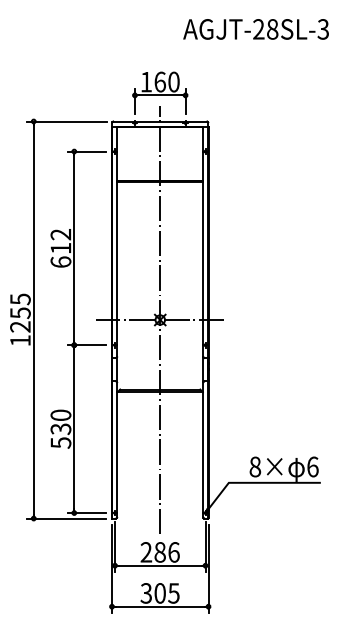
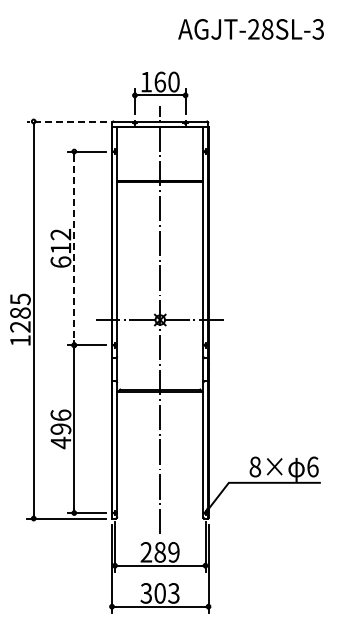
text at (255, 29) position: (255, 29) -> (250, 29)
line at (67, 121): solid -> dashed
line at (74, 248): solid -> dashed
text at (20, 313): 1255 -> 1285
text at (60, 429): 530 -> 496
text at (173, 552): 286 -> 289
text at (173, 593): 305 -> 303
